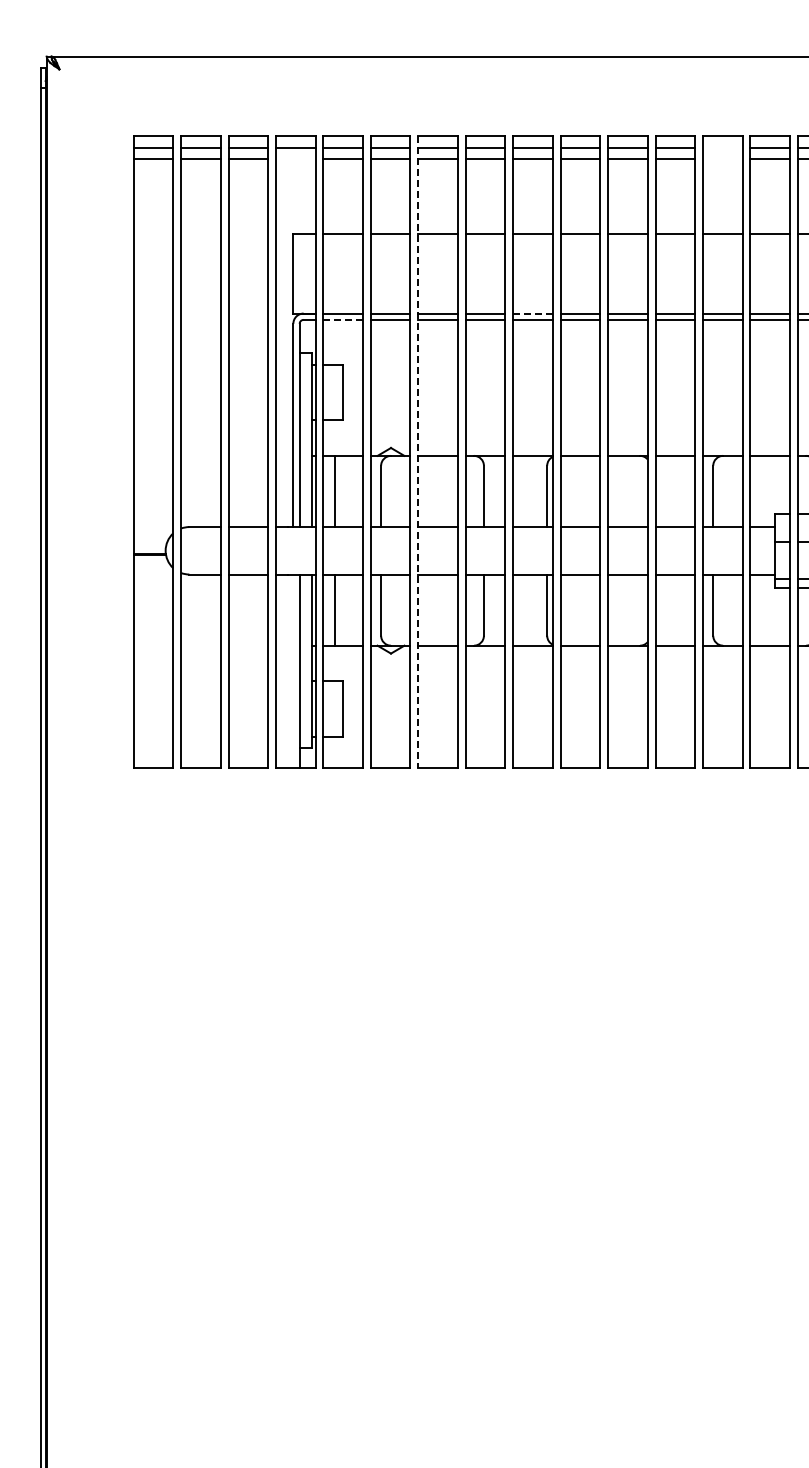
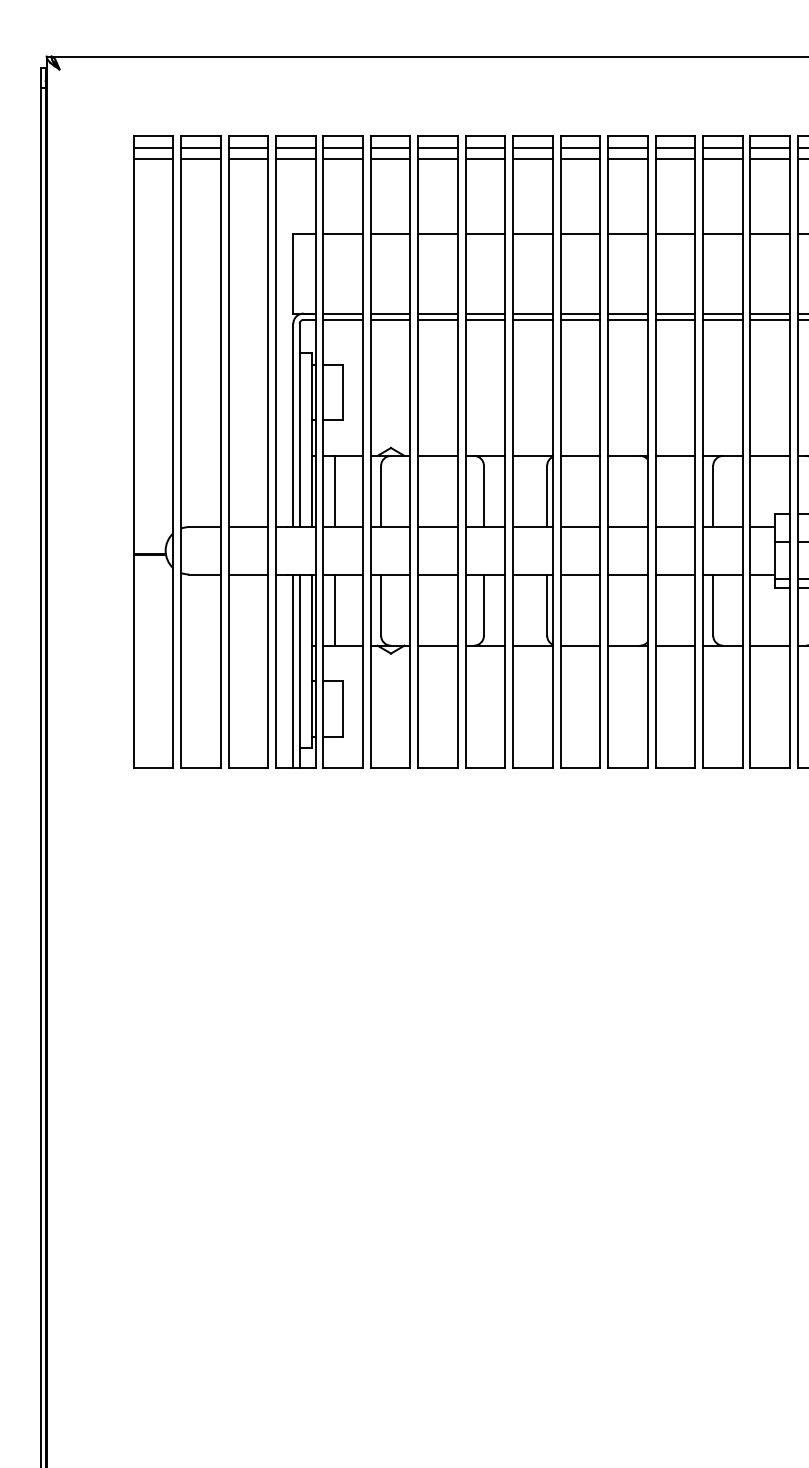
line at (722, 147): none -> present
line at (295, 159): none -> present
line at (722, 159): none -> present
line at (532, 313): dashed -> solid
line at (343, 319): dashed -> solid
line at (418, 452): dashed -> solid
line at (293, 671): none -> present
